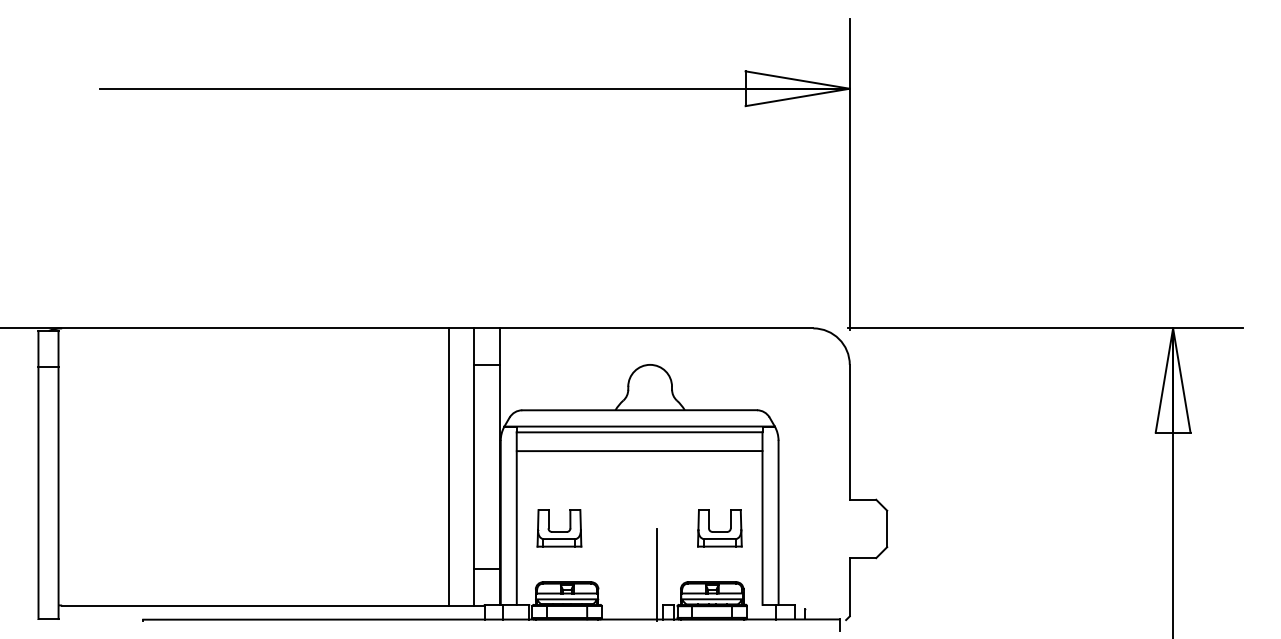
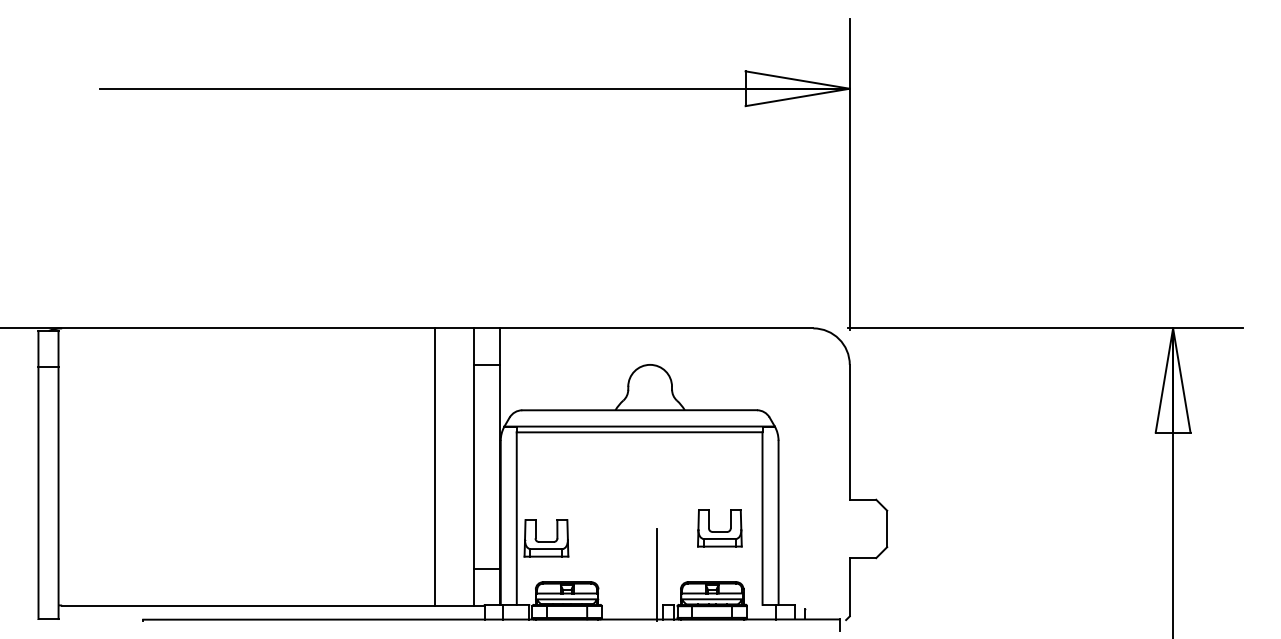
line at (639, 451): present -> none
line at (448, 466) position: (448, 466) -> (434, 466)
part at (559, 528) position: (559, 528) -> (546, 538)
